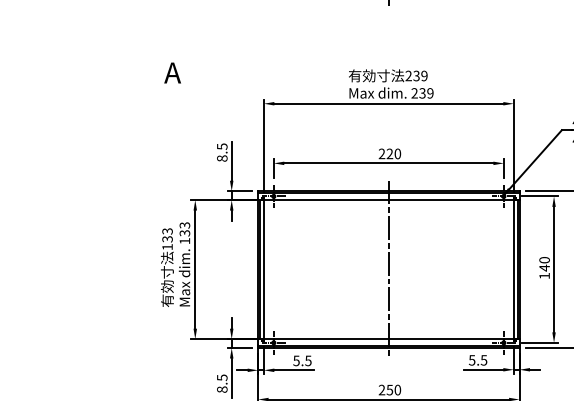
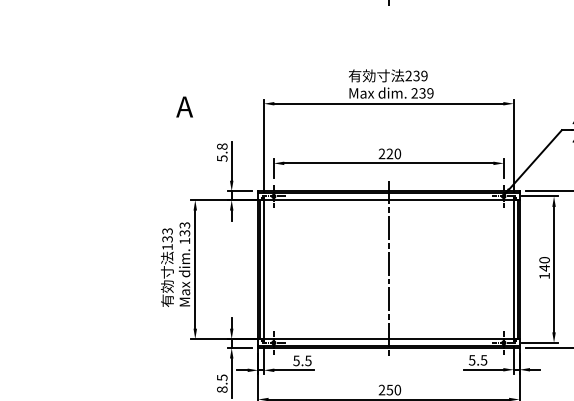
text at (172, 72) position: (172, 72) -> (184, 106)
text at (222, 152): 8.5 -> 5.8
